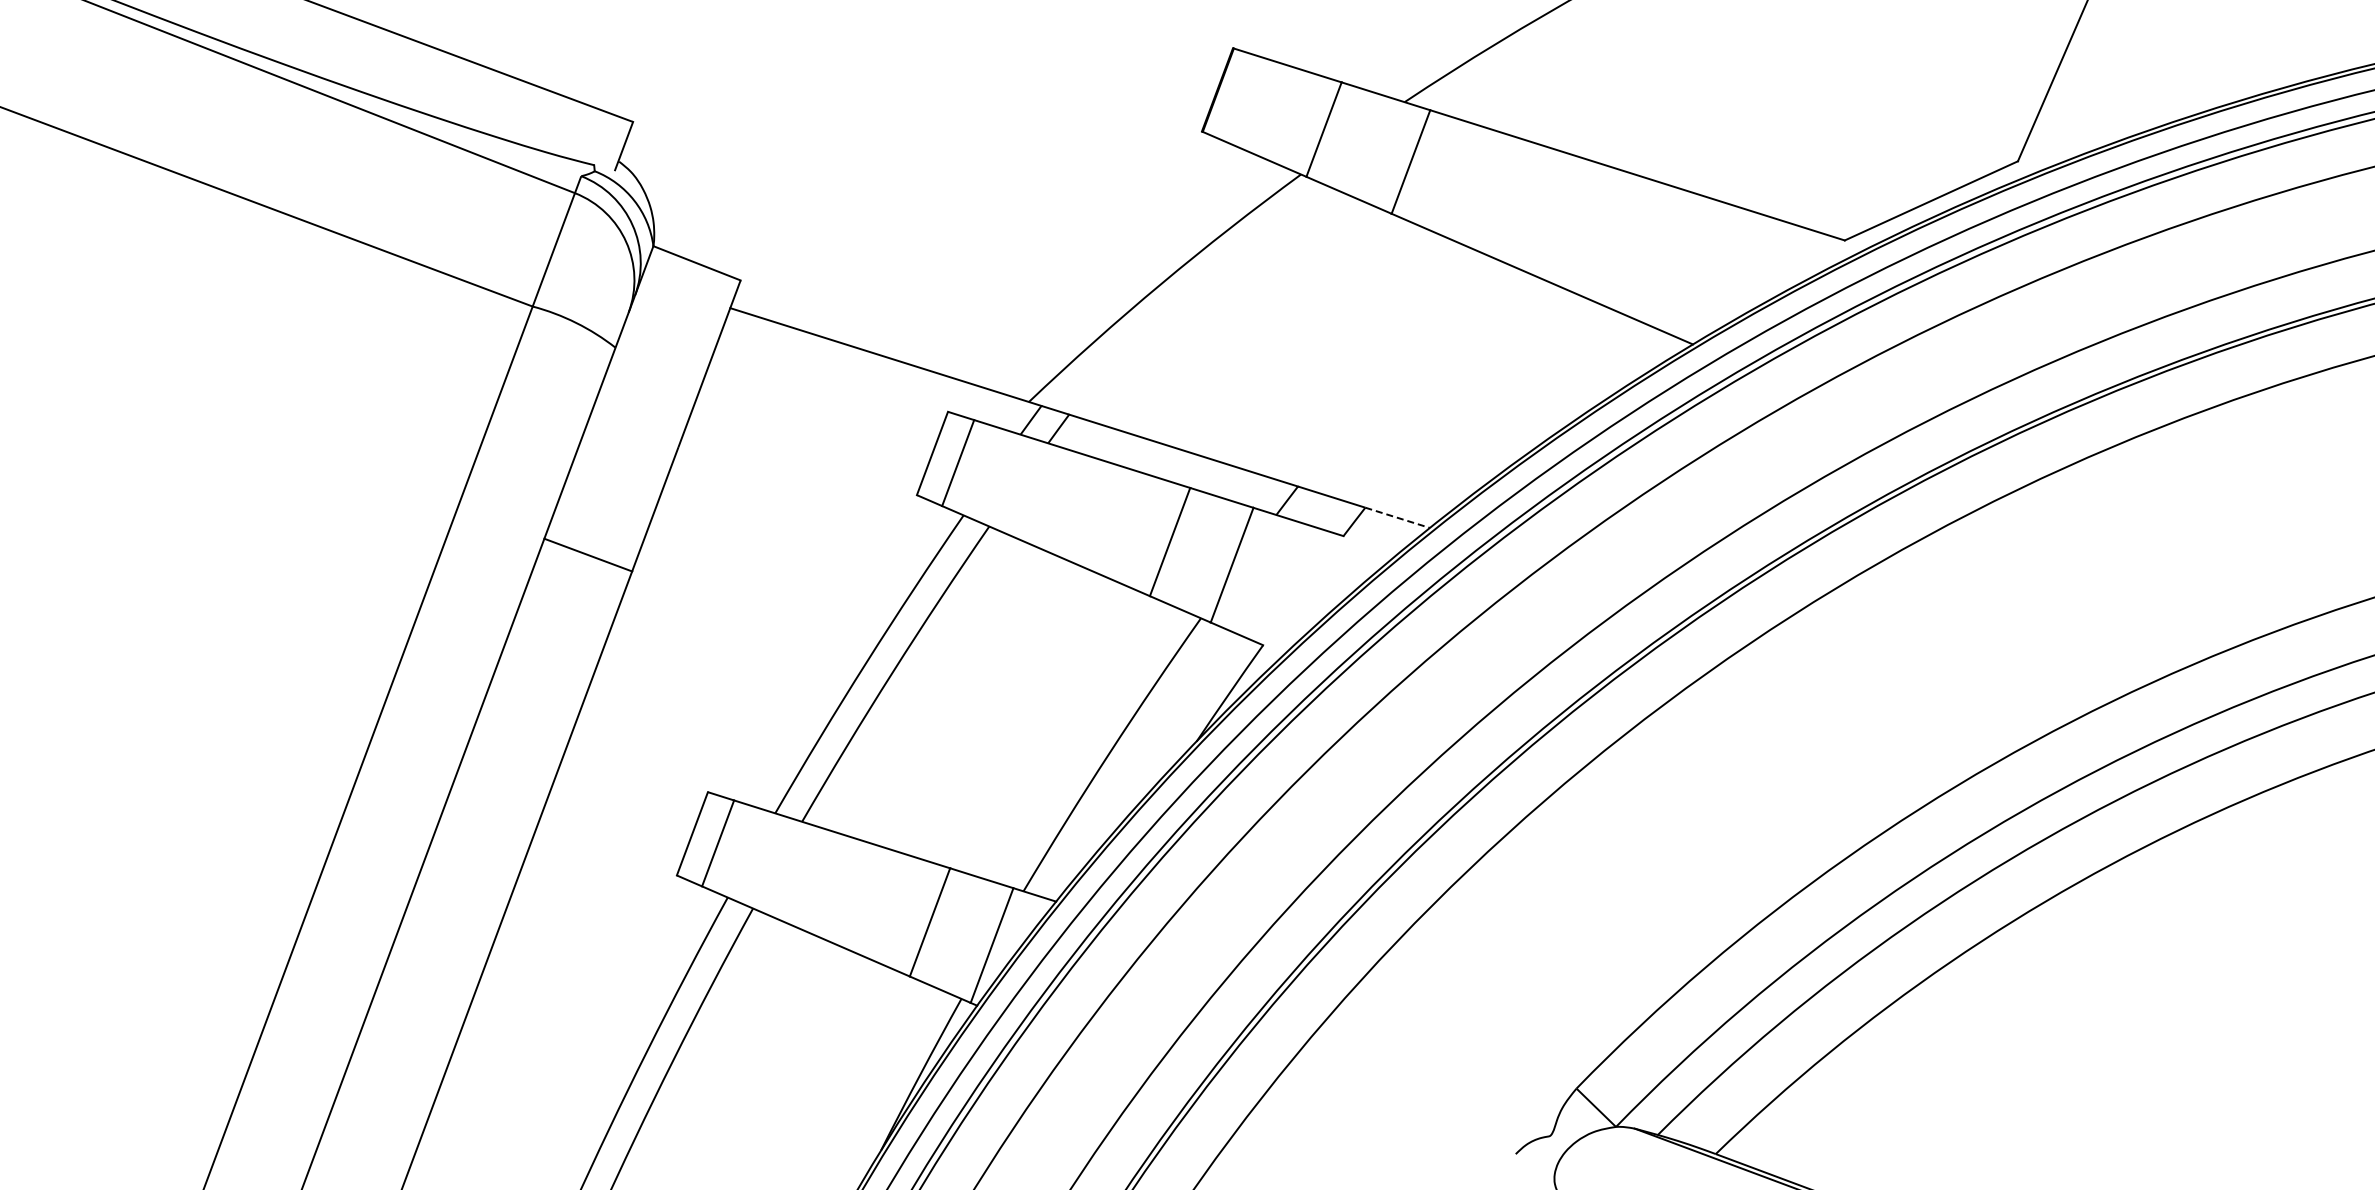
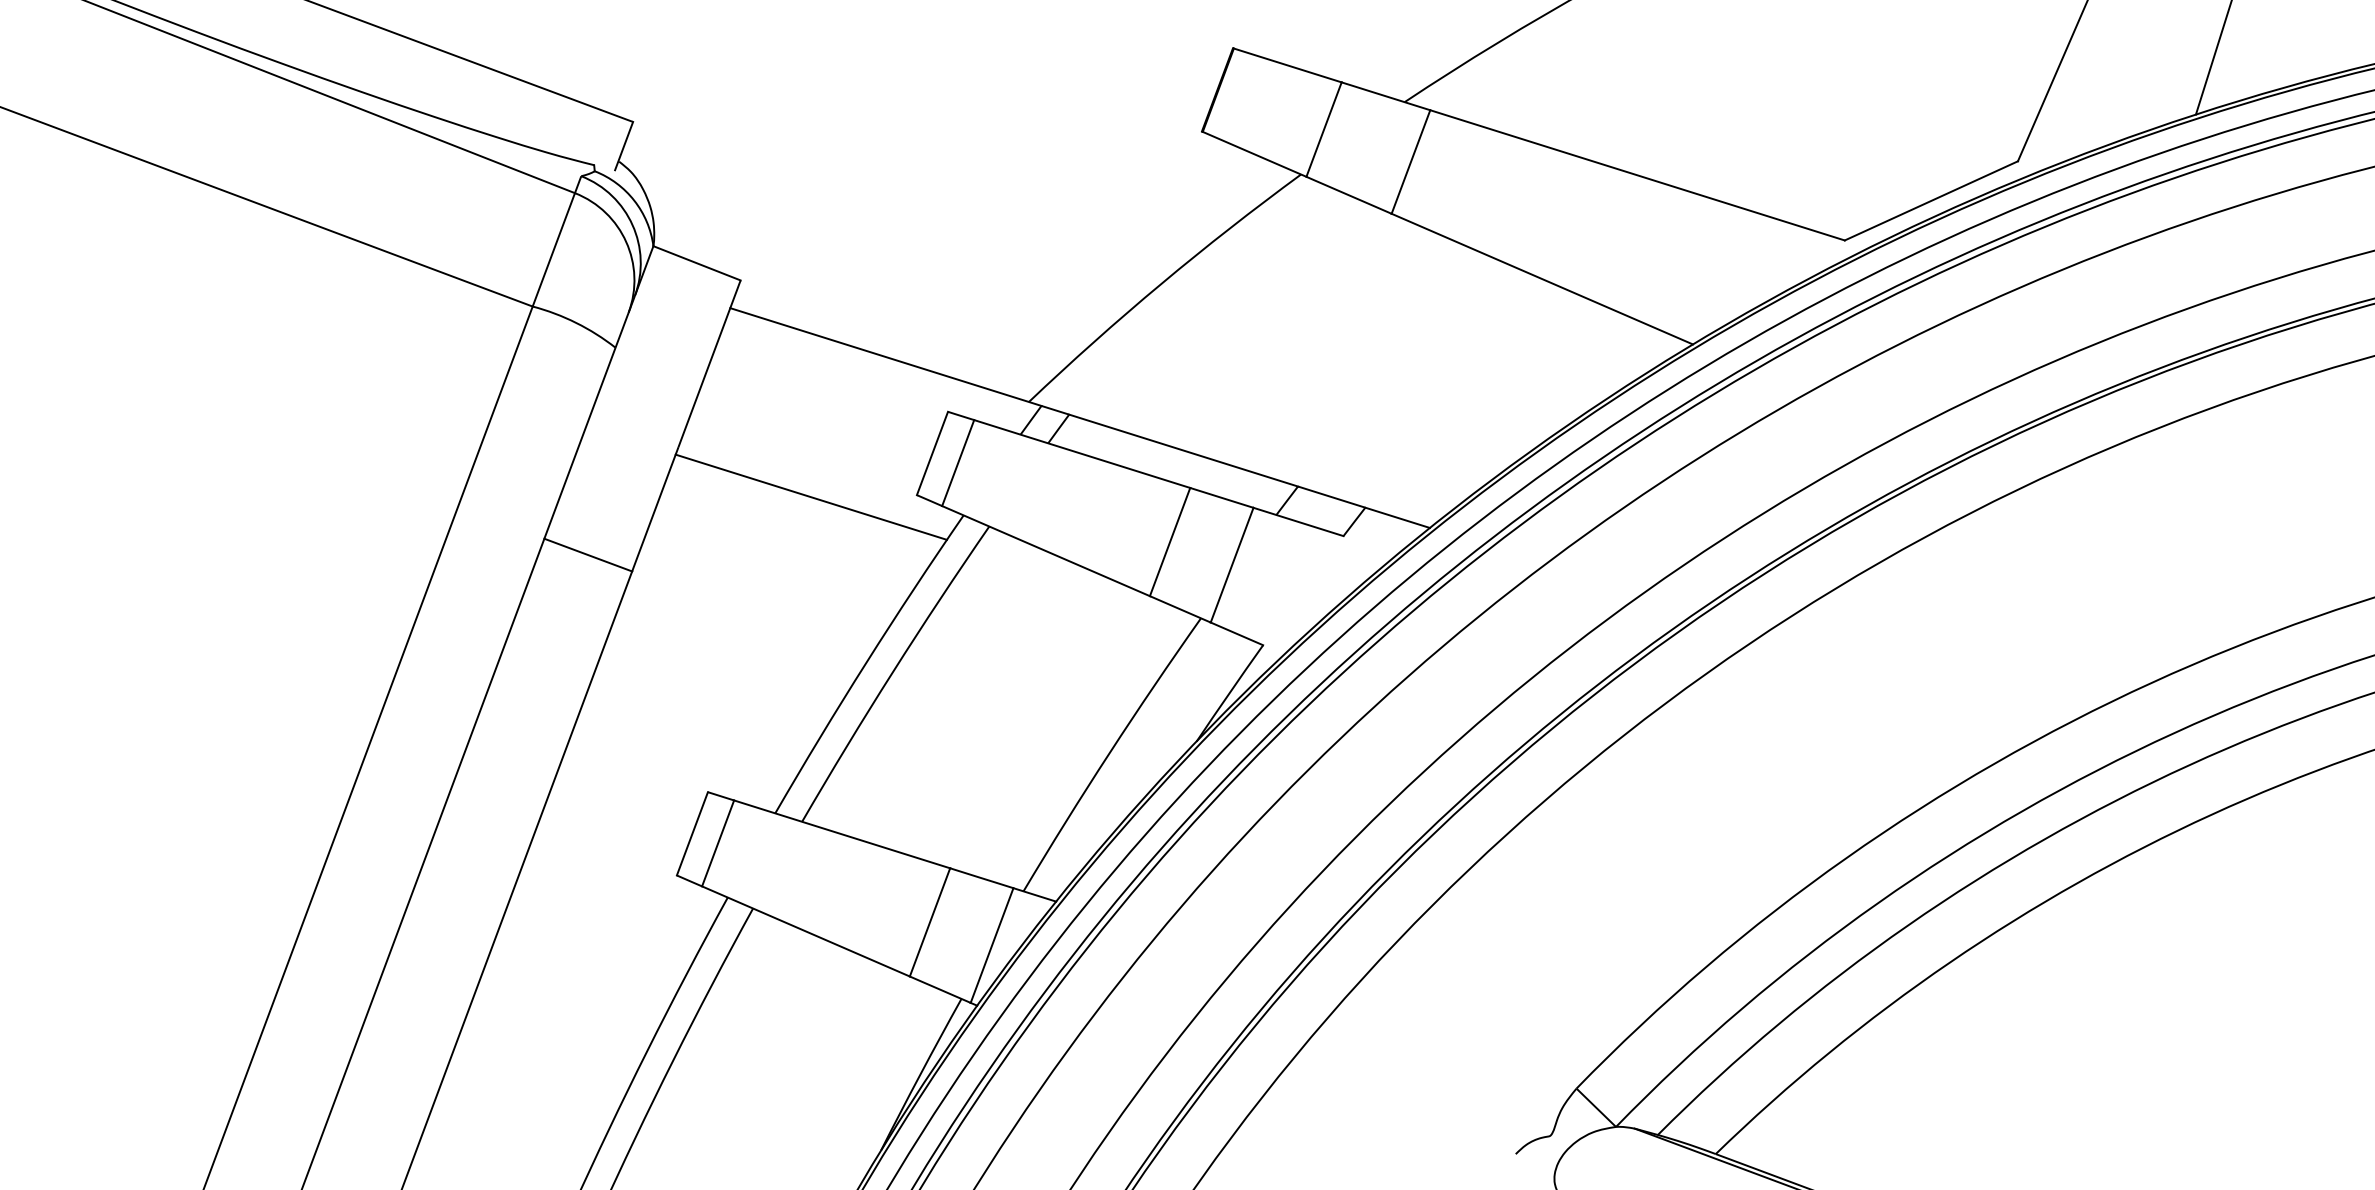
line at (2213, 58): none -> present
line at (810, 496): none -> present
line at (1397, 517): dashed -> solid
